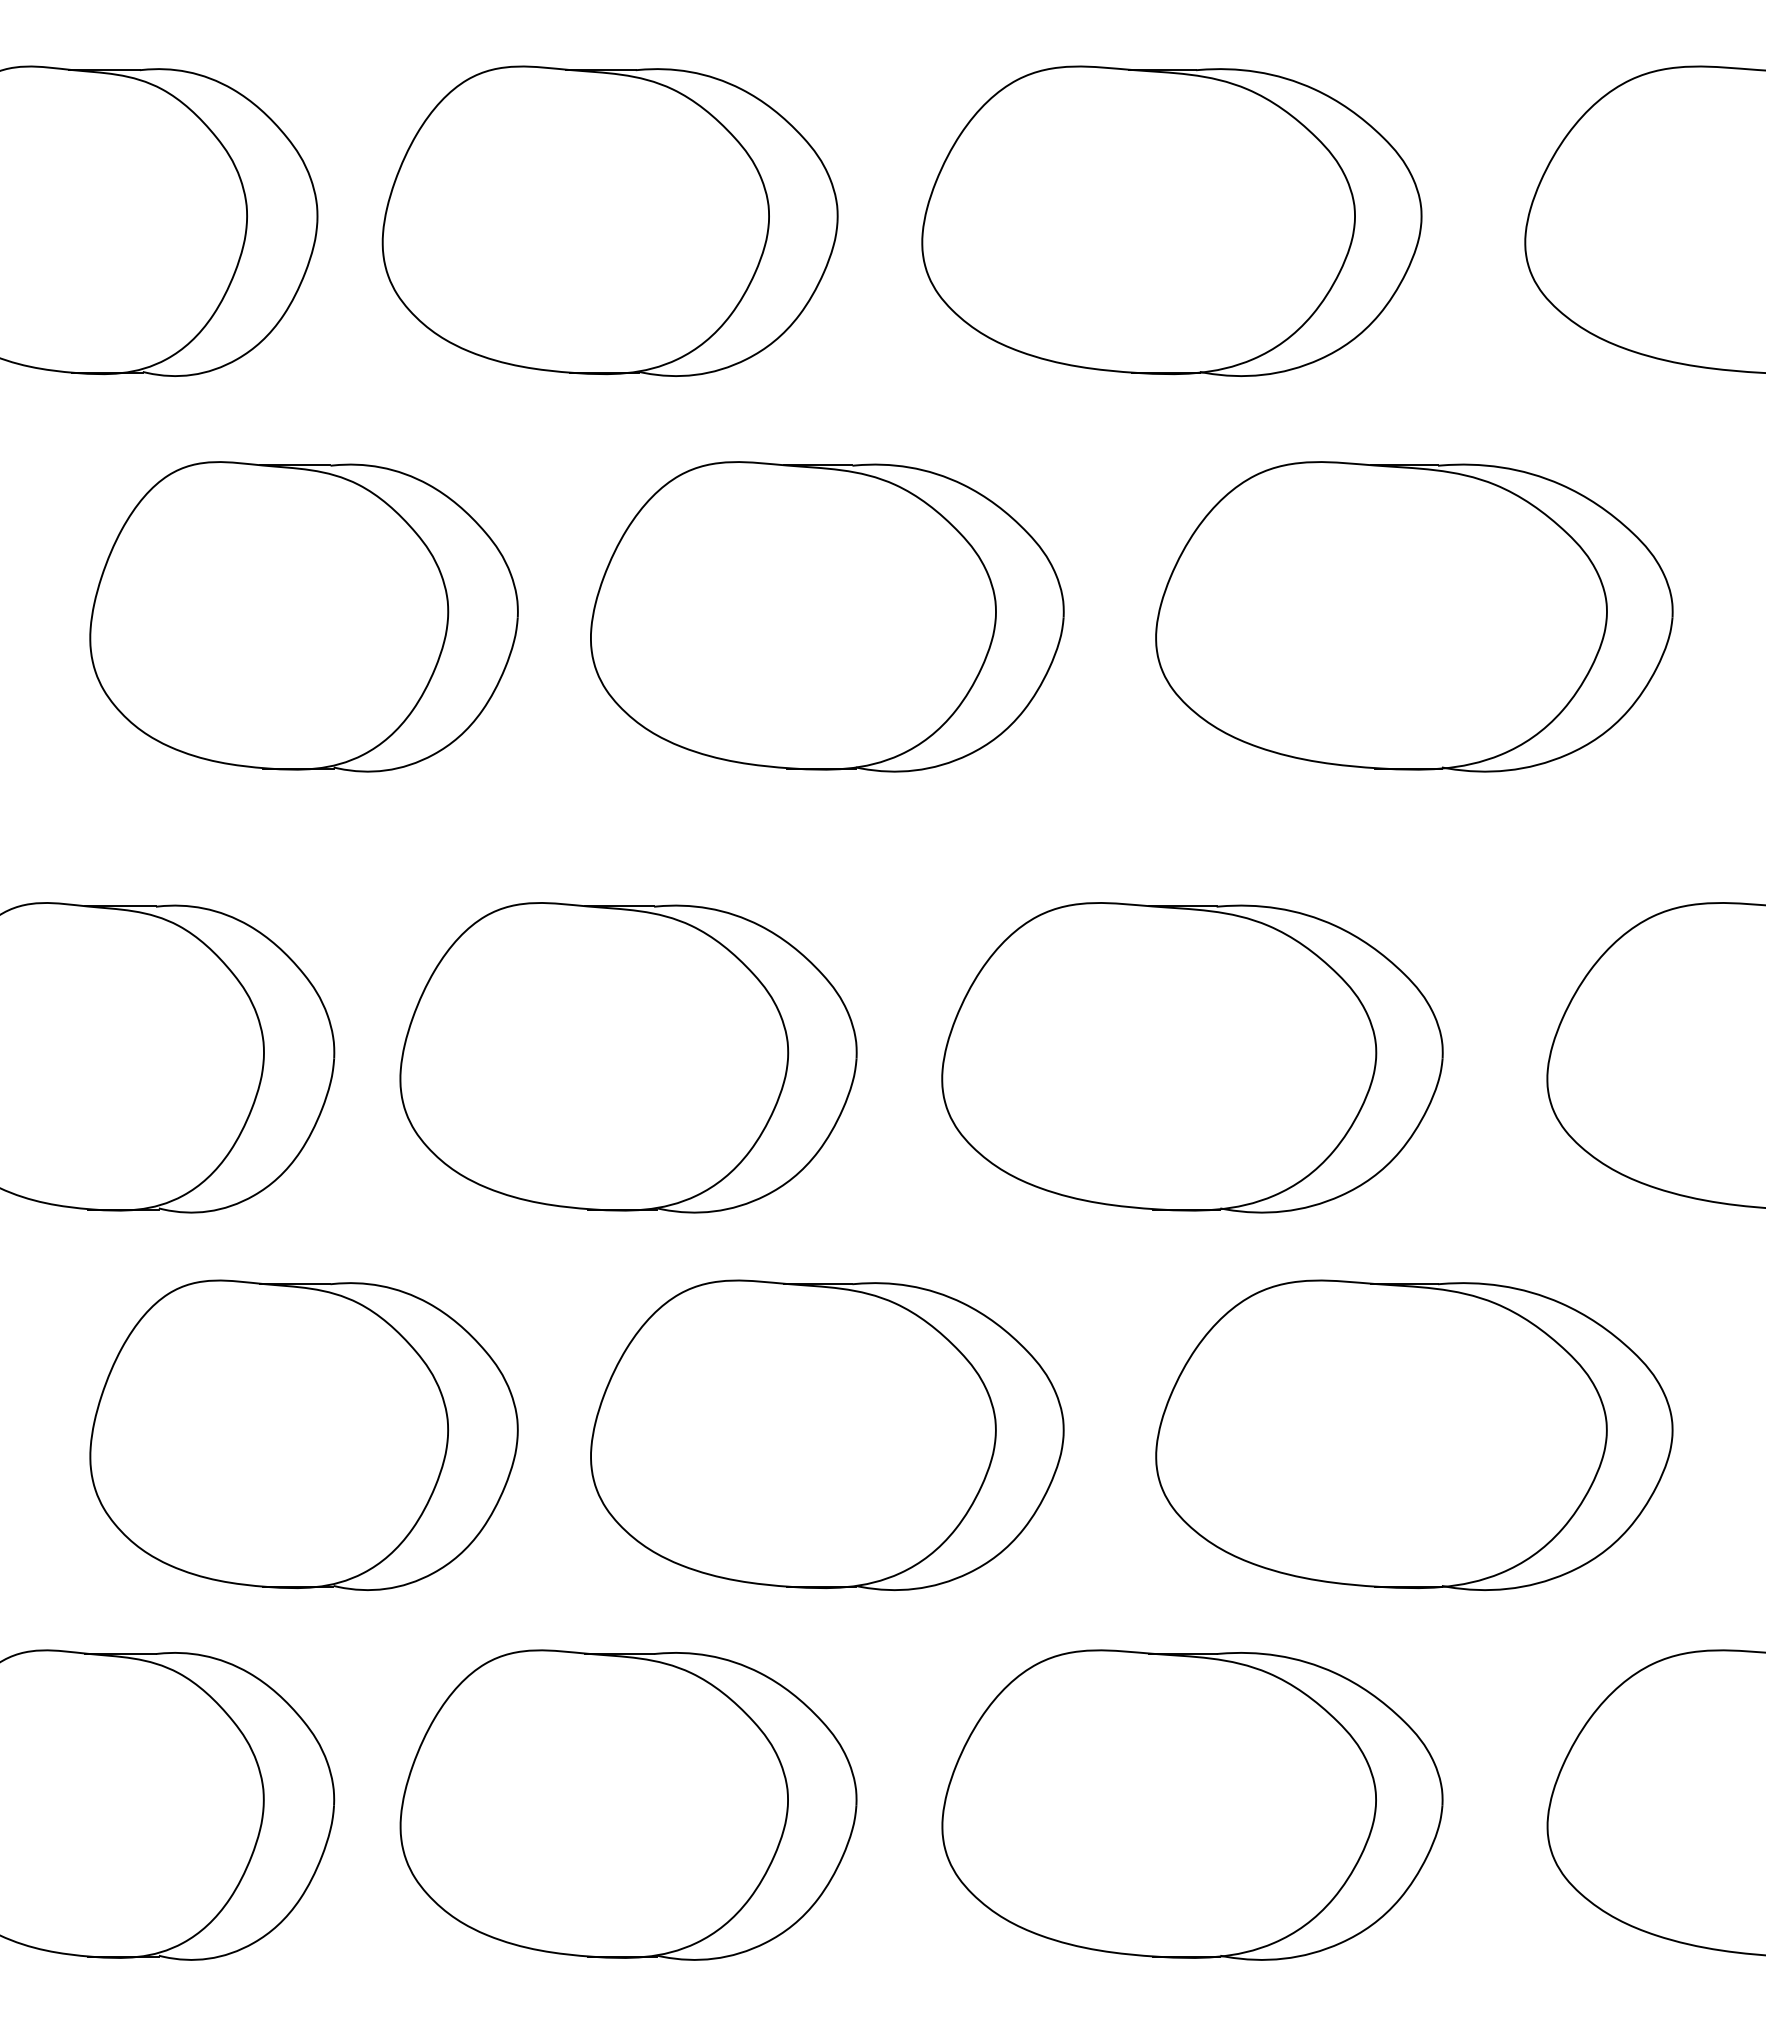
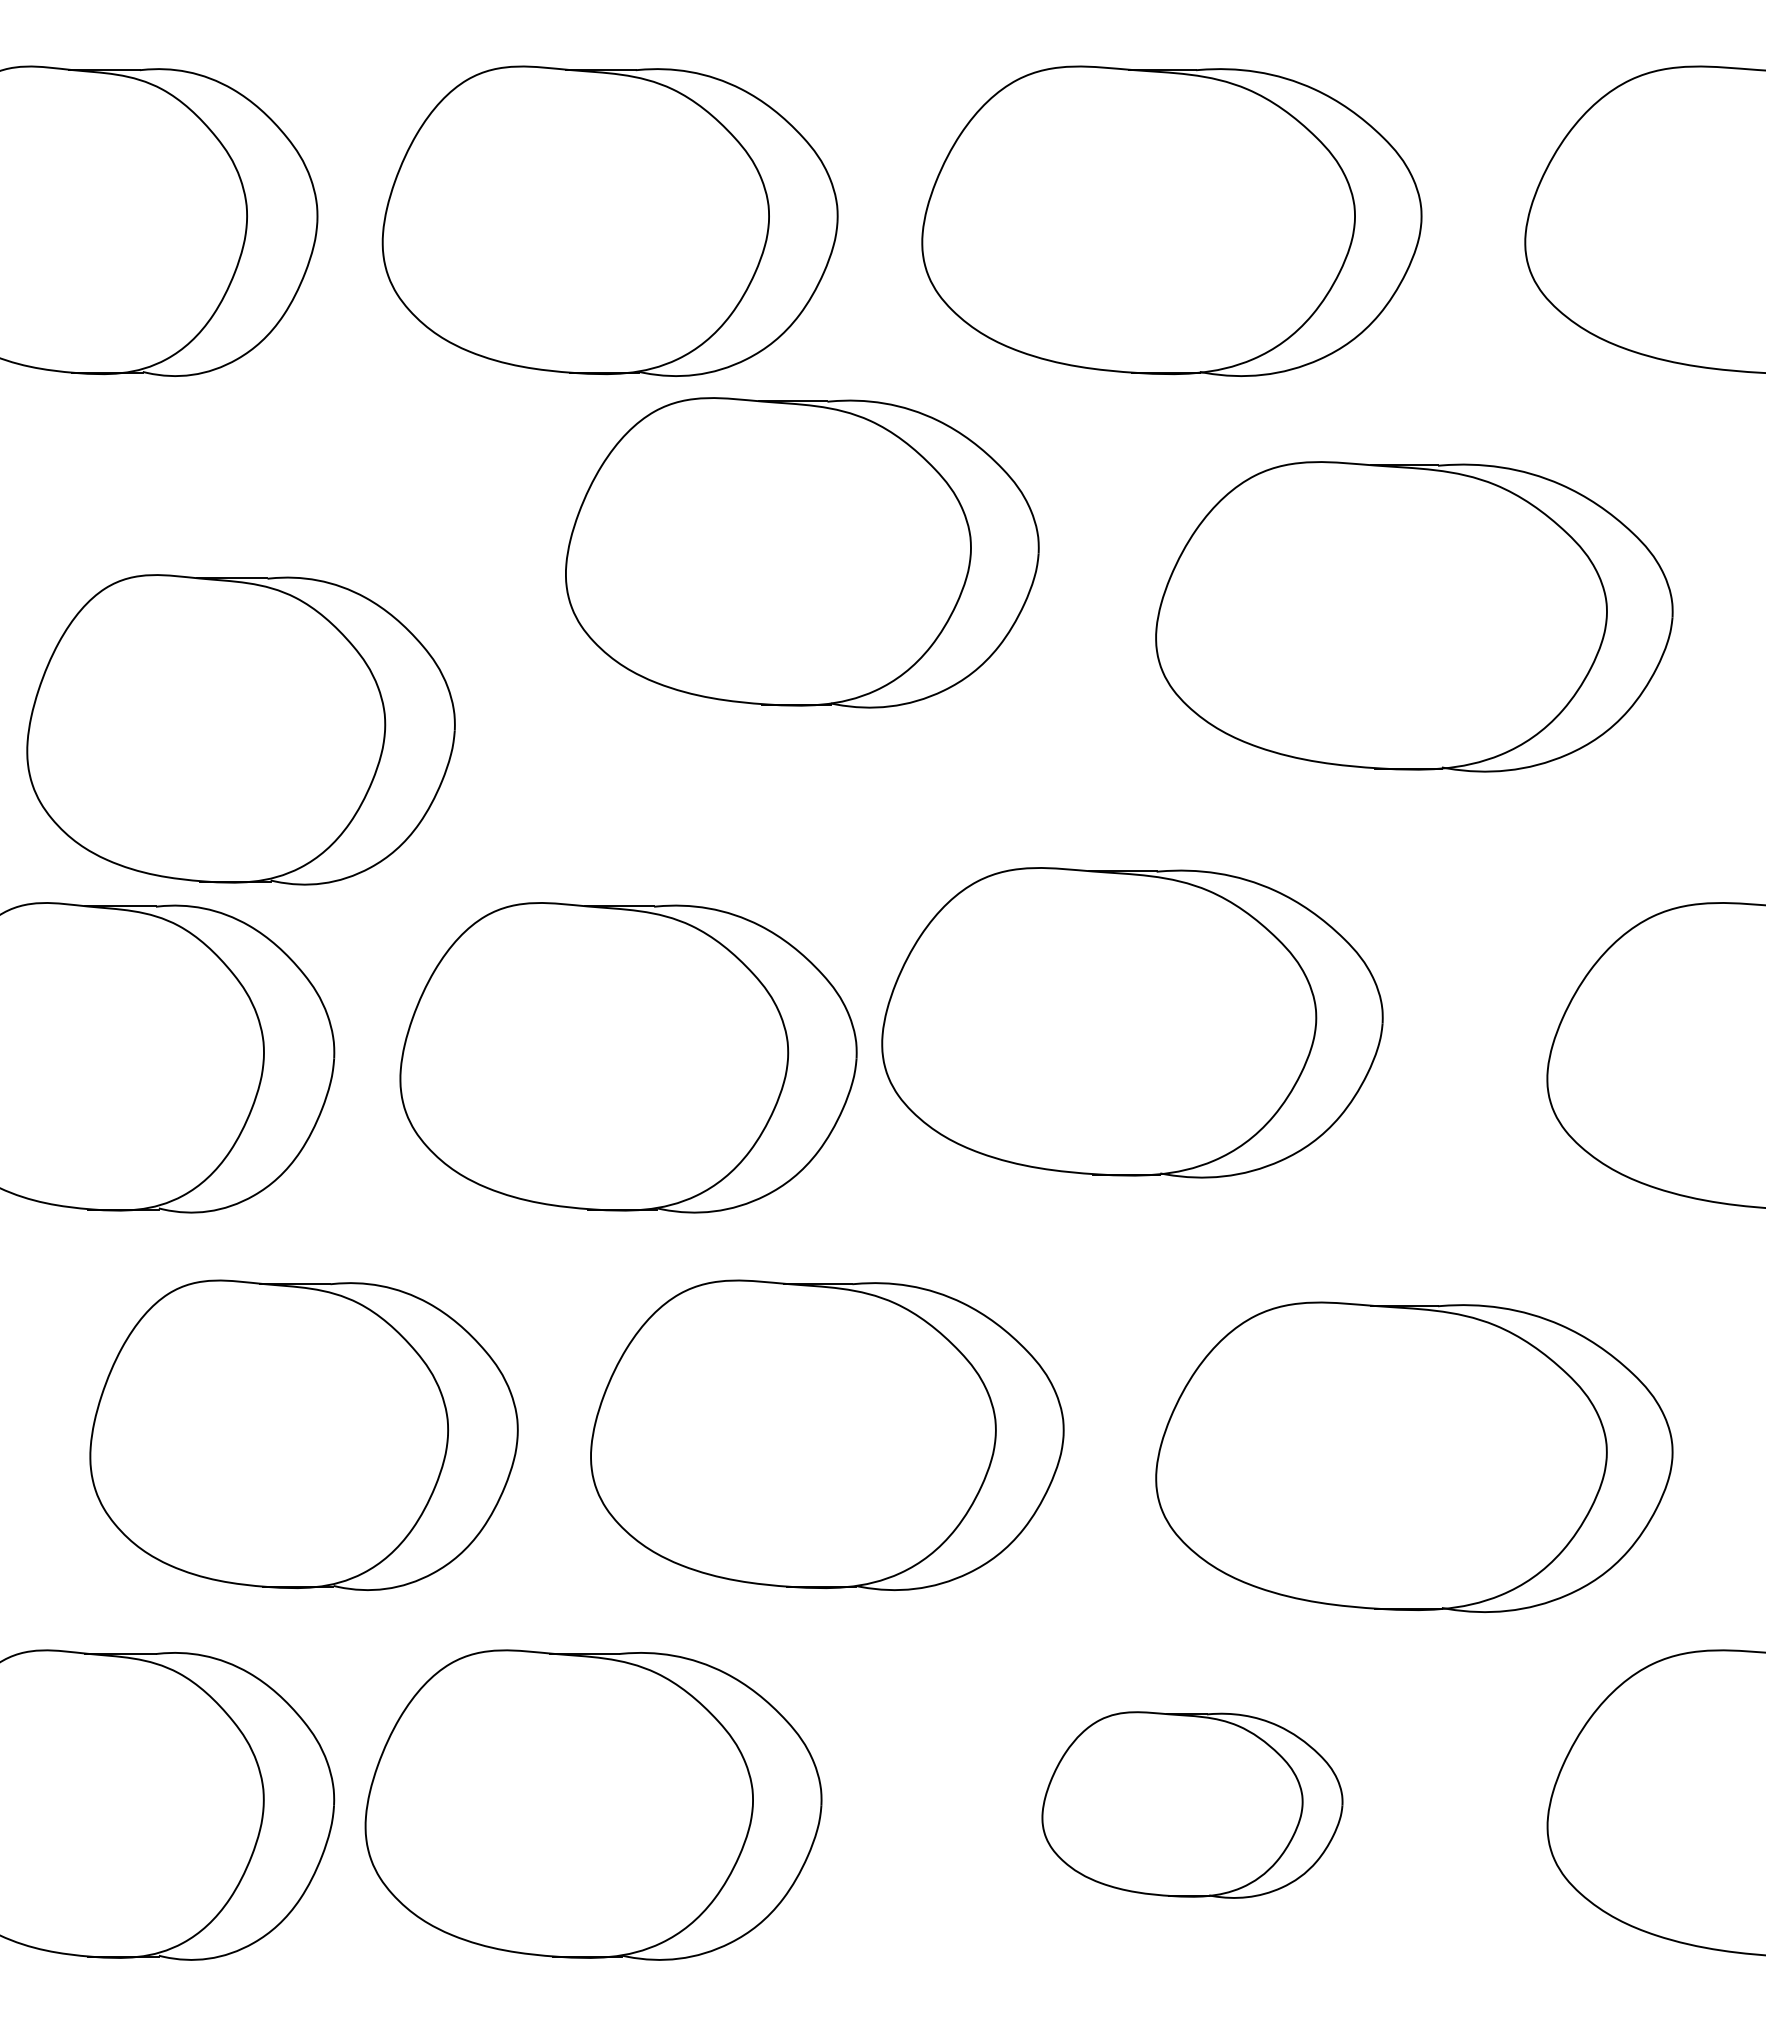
part at (303, 616) position: (303, 616) -> (240, 729)
part at (827, 616) position: (827, 616) -> (802, 552)
part at (1192, 1057) position: (1192, 1057) -> (1132, 1022)
part at (1414, 1434) position: (1414, 1434) -> (1414, 1456)
part at (628, 1804) position: (628, 1804) -> (593, 1804)
part at (1192, 1804) size: 503x312 px -> 303x188 px
